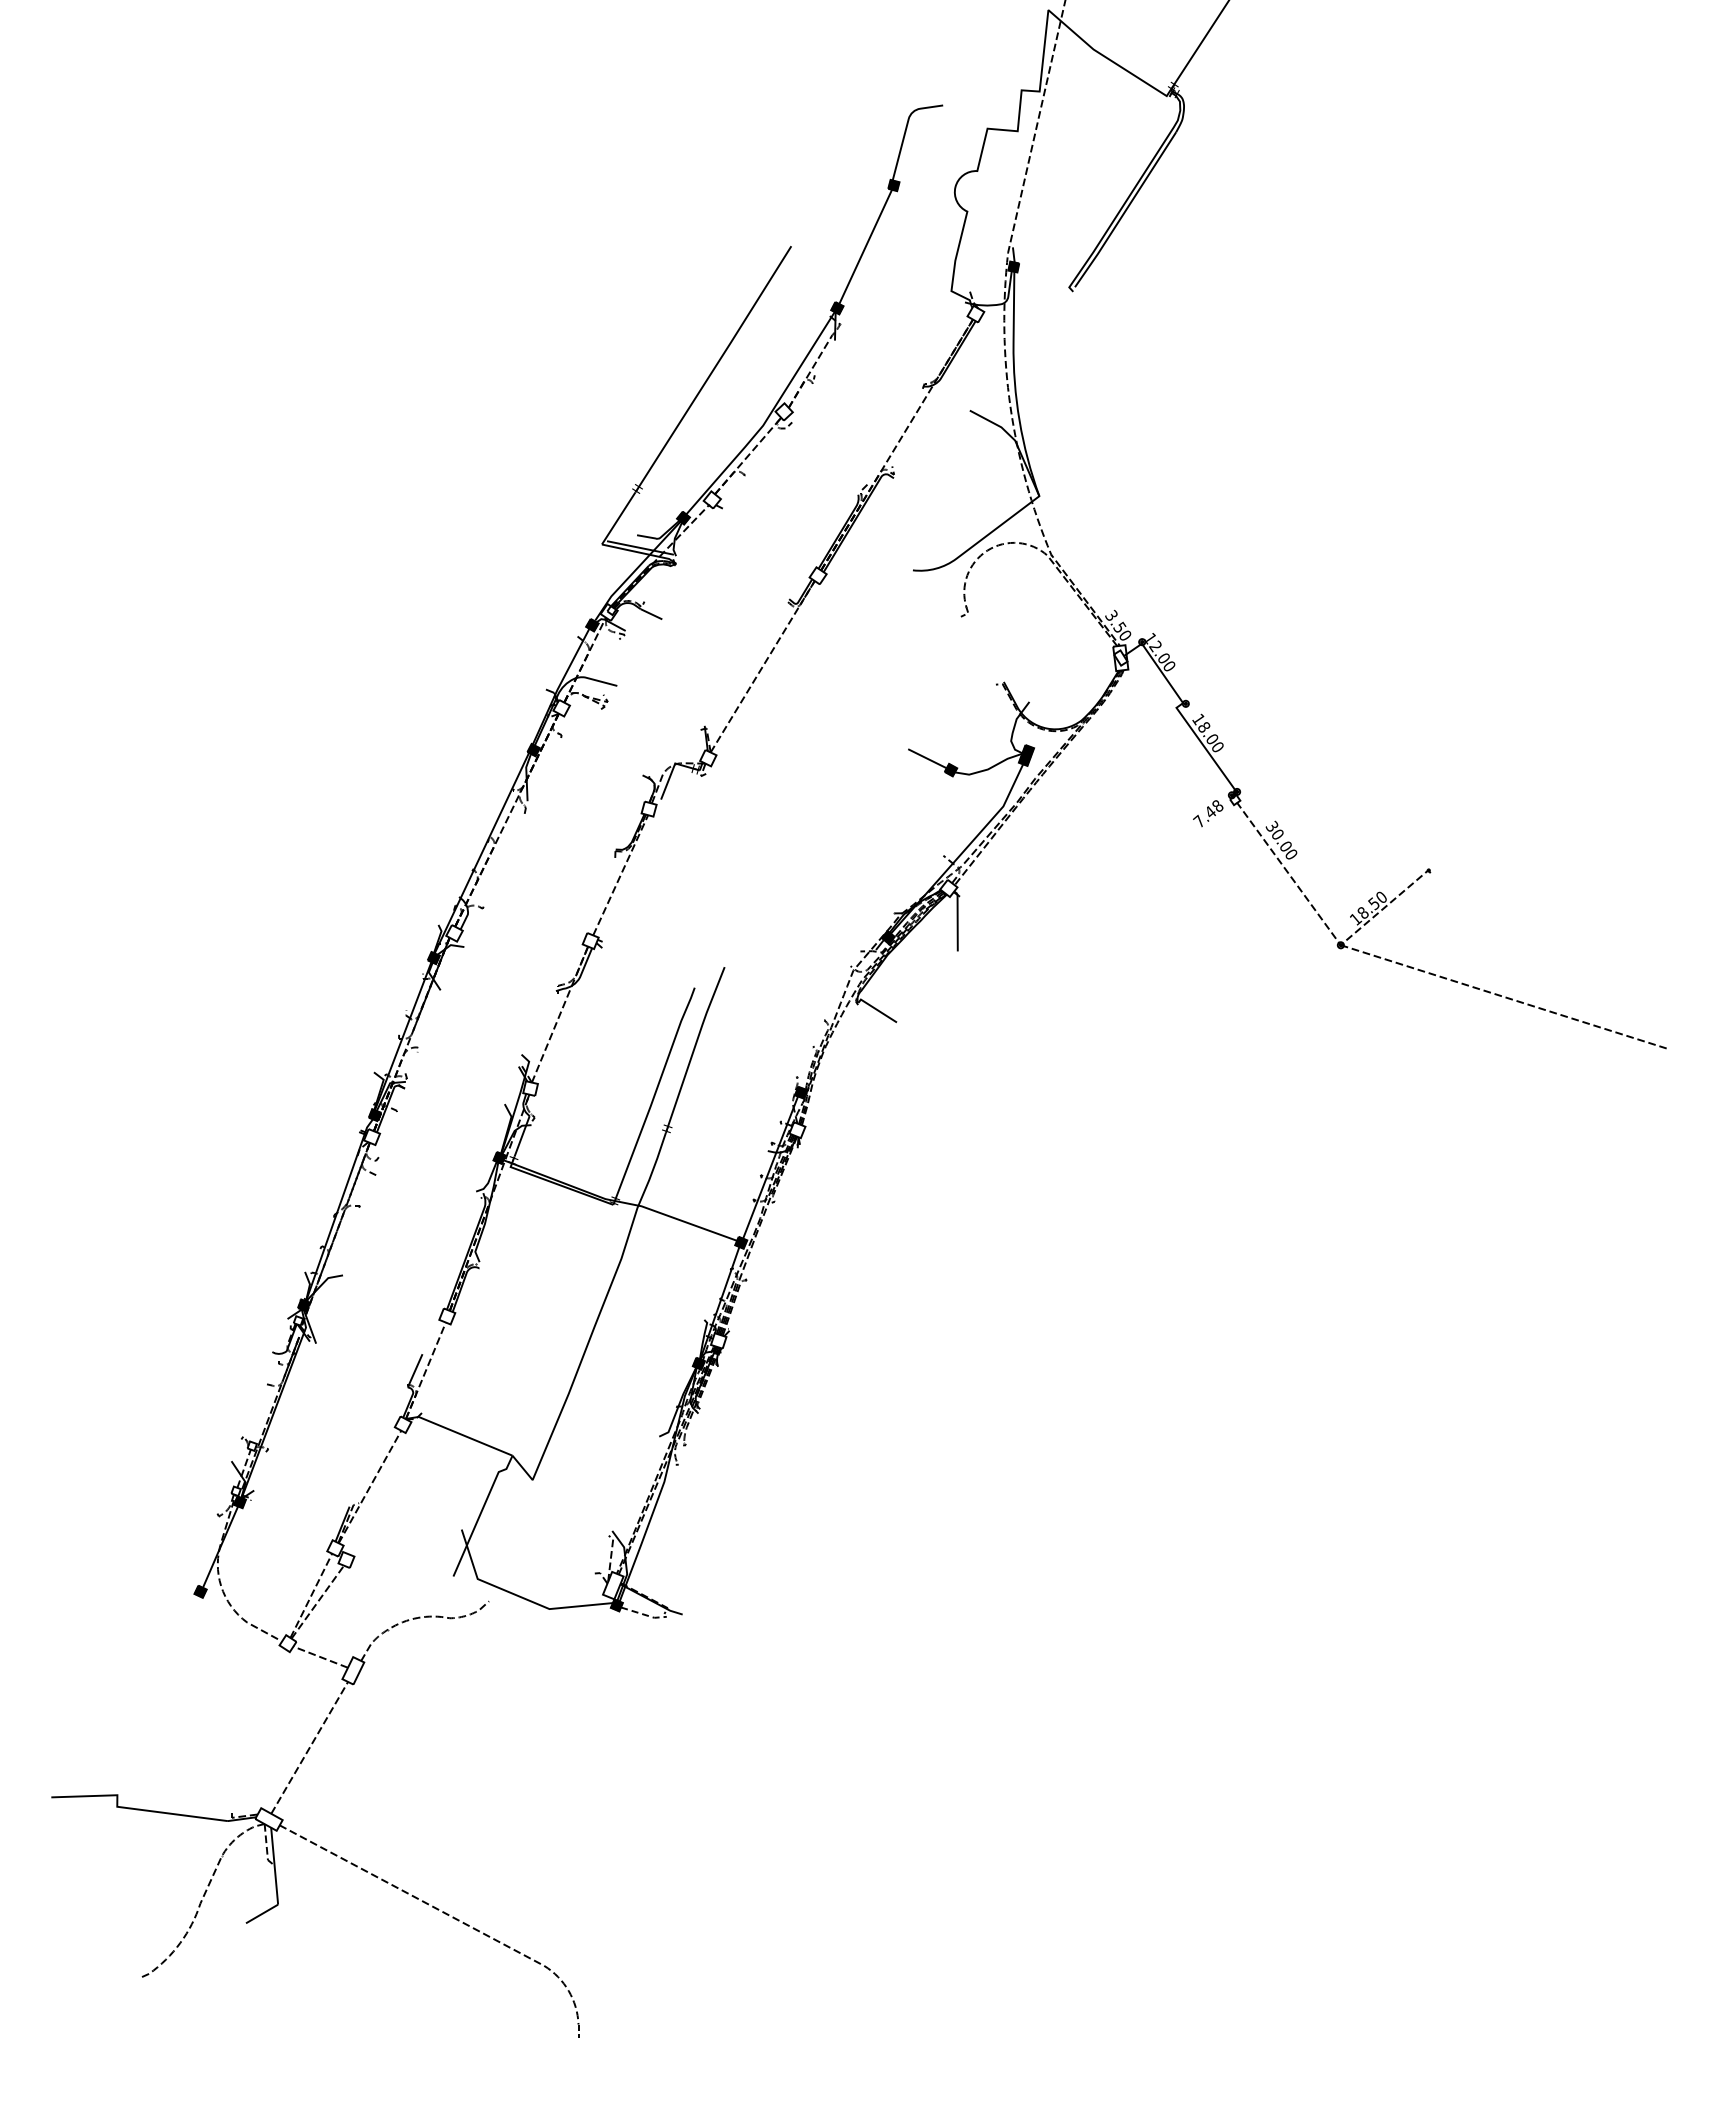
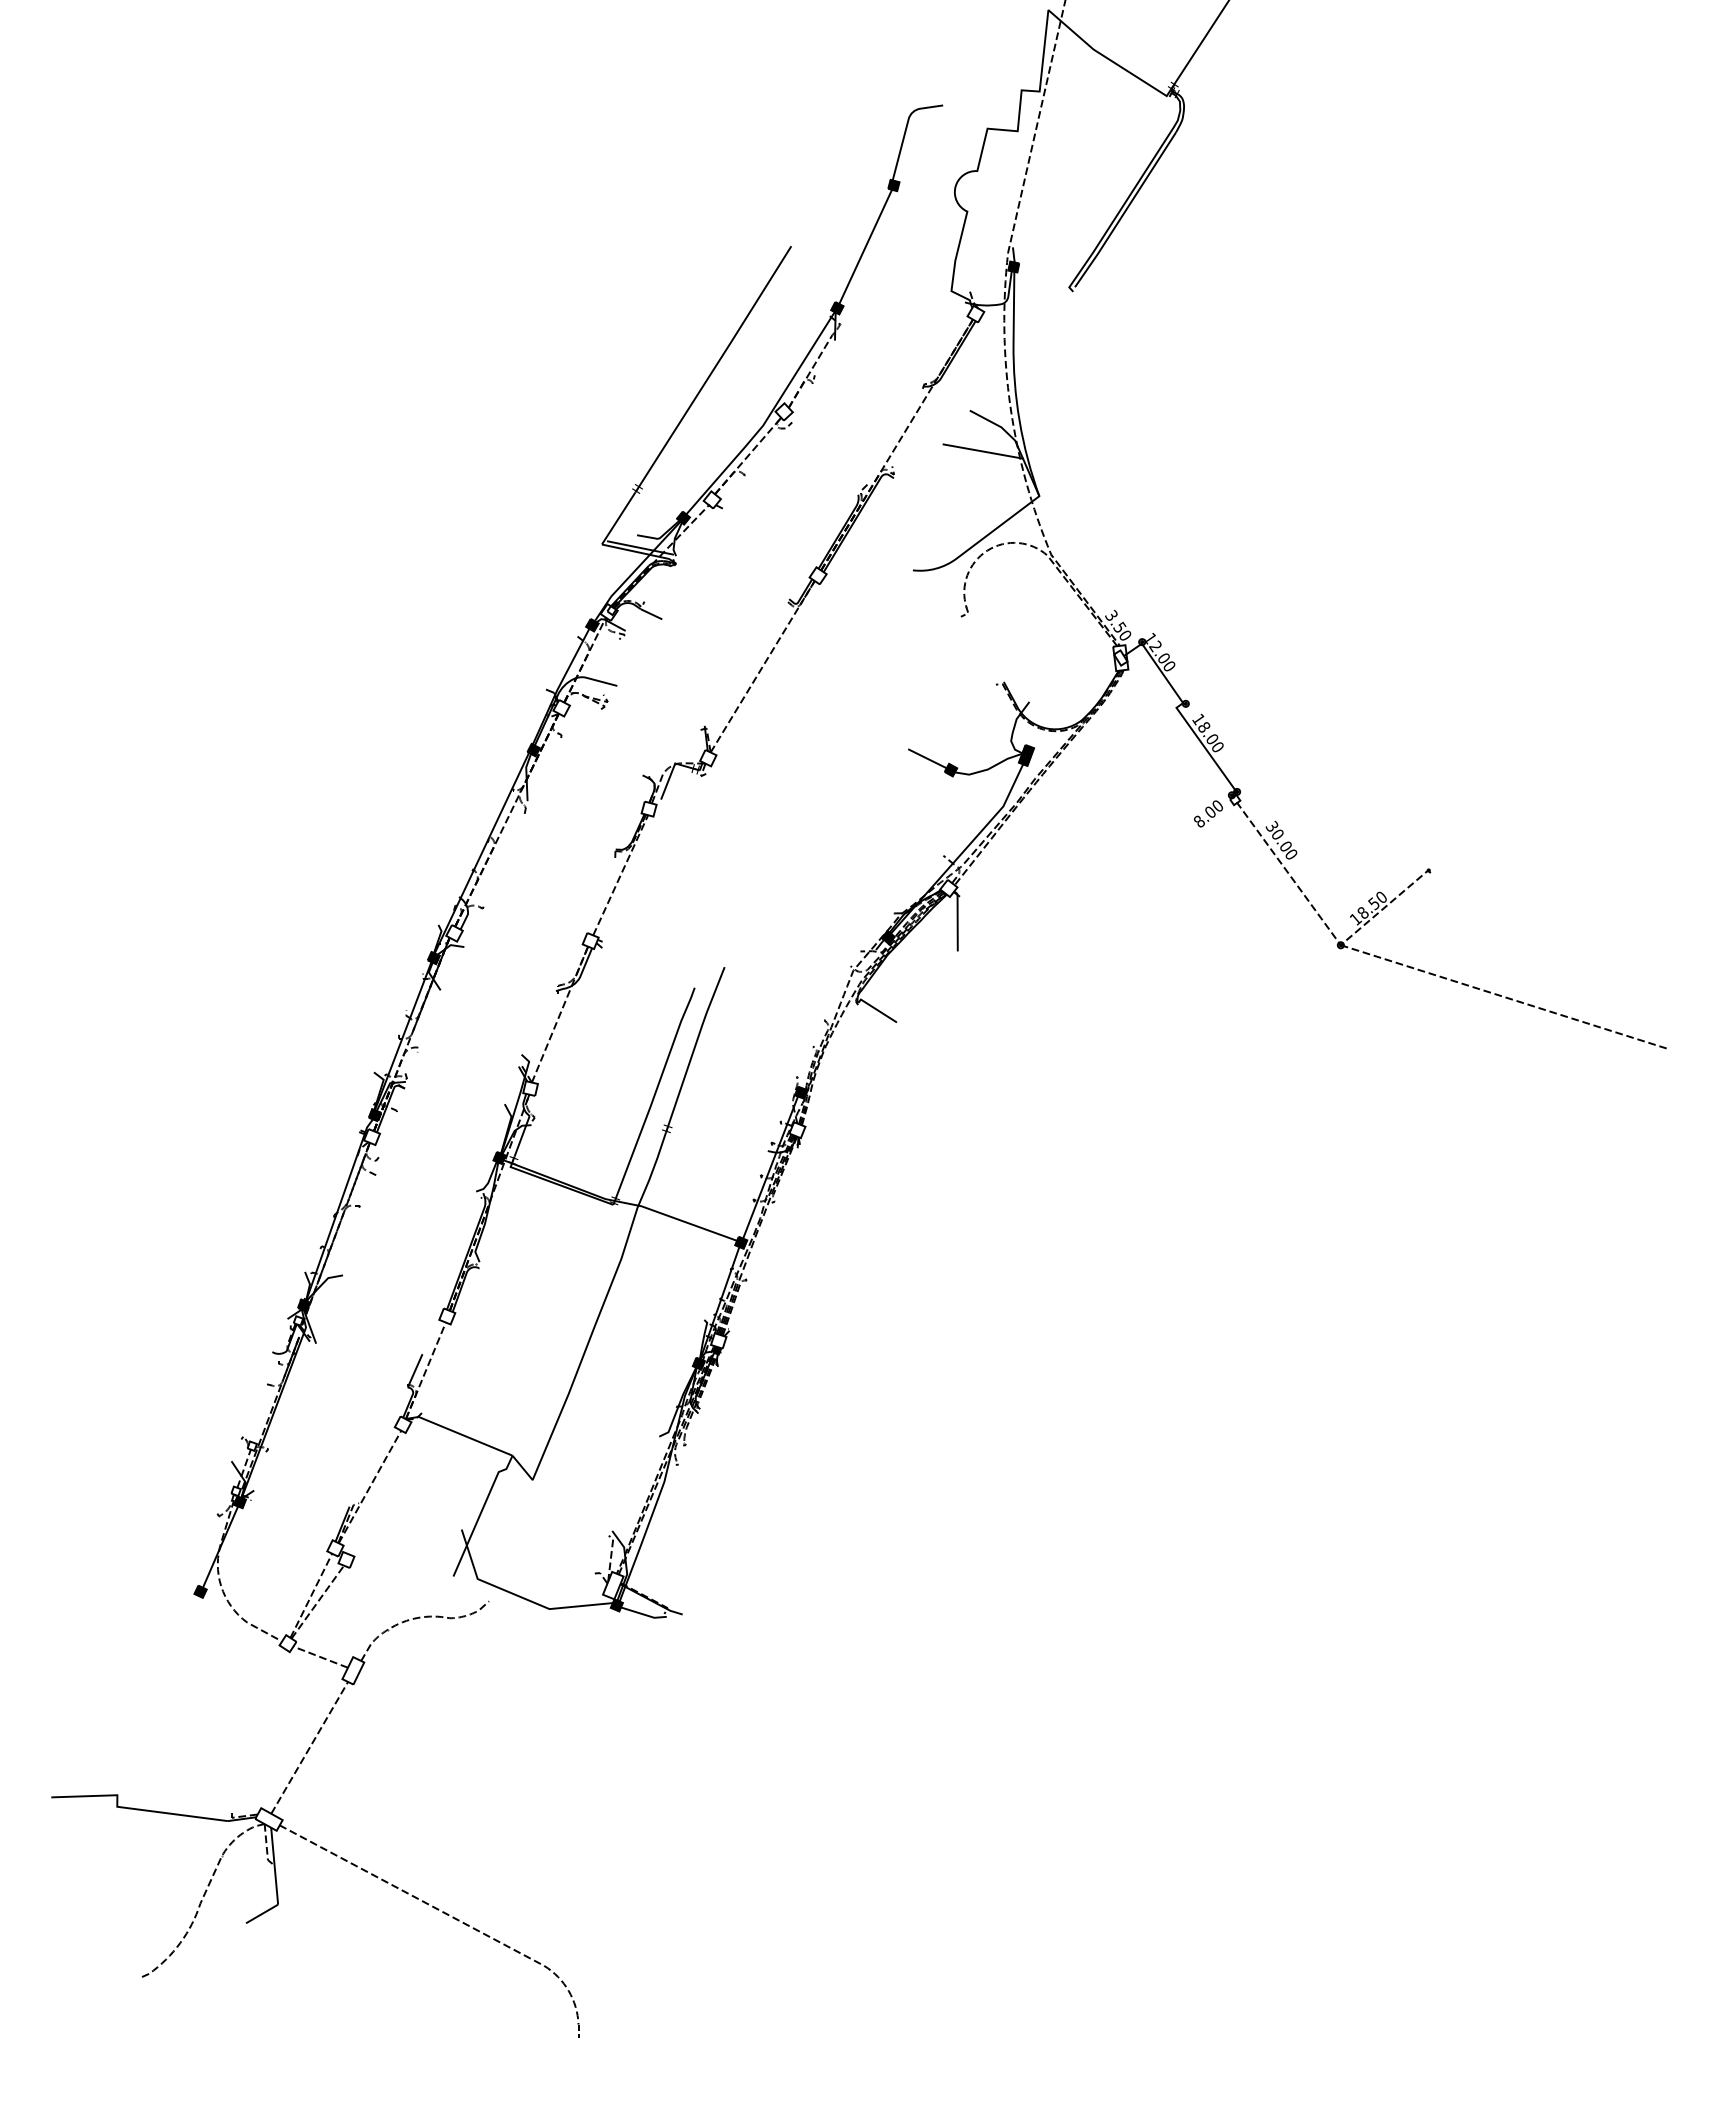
line at (982, 451): none -> present
text at (1208, 813): 7.48 -> 8.00
line at (644, 1614): dashed -> solid
